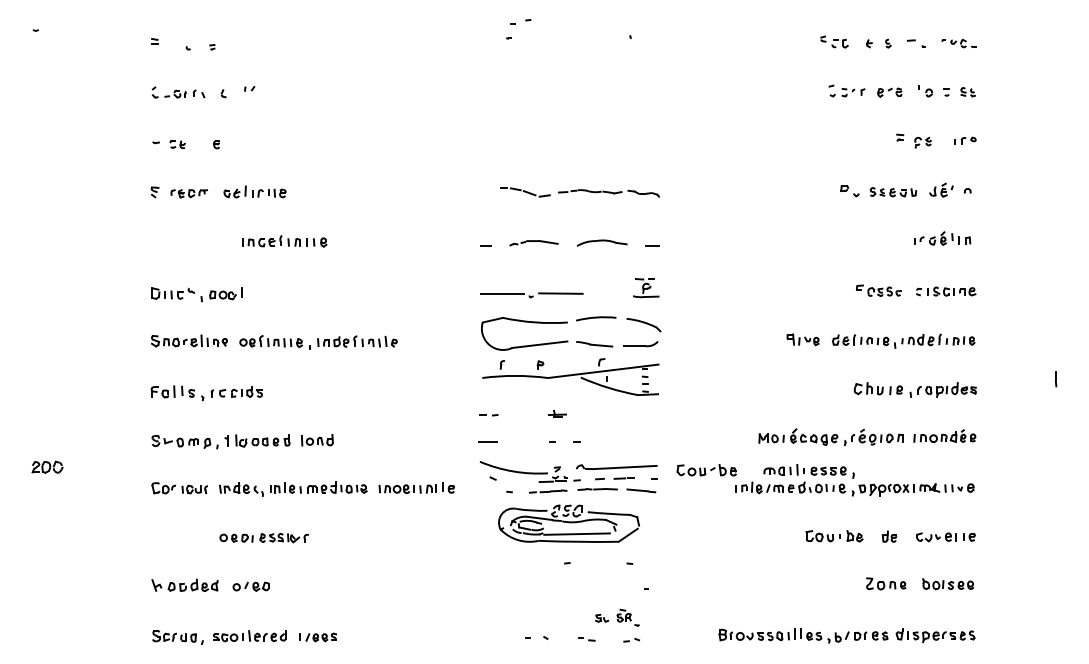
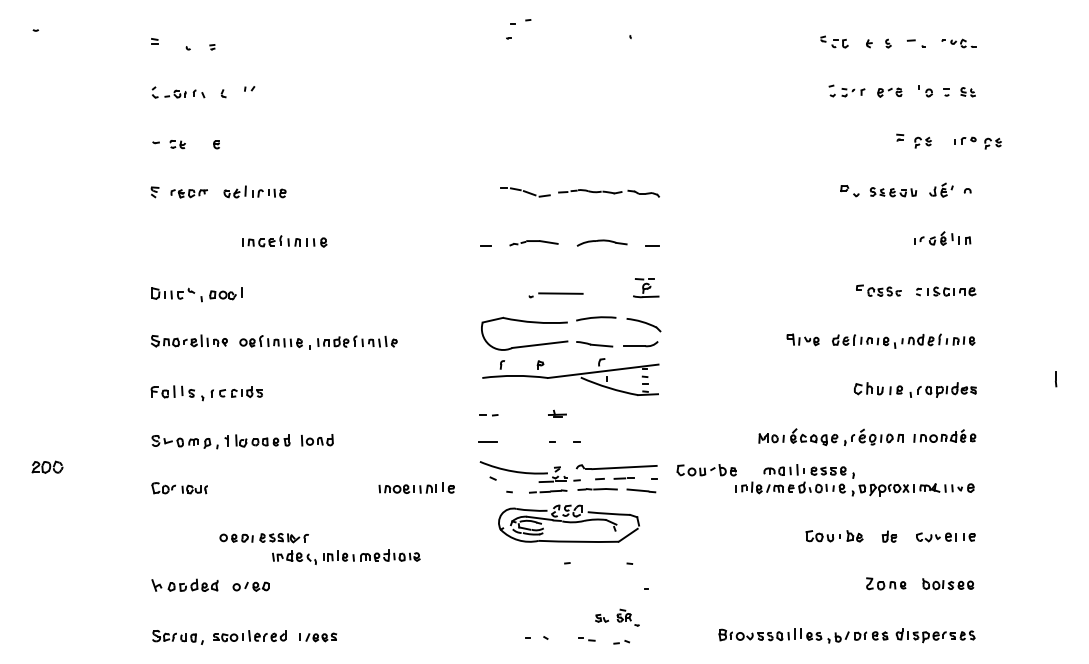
part at (992, 143): none -> present
line at (502, 293): present -> none
part at (293, 488) position: (293, 488) -> (346, 556)
line at (576, 533): present -> none
part at (631, 640) position: (631, 640) -> (621, 642)
